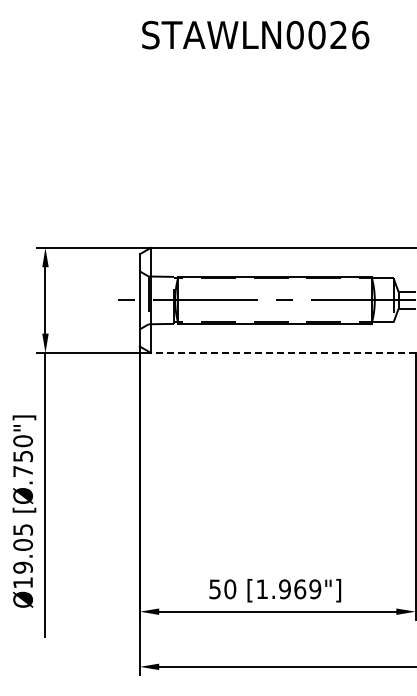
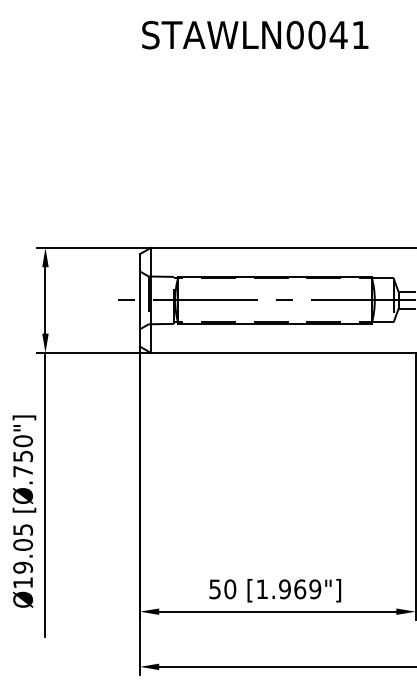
text at (349, 34): STAWLN0026 -> STAWLN0041
line at (282, 352): dashed -> solid
